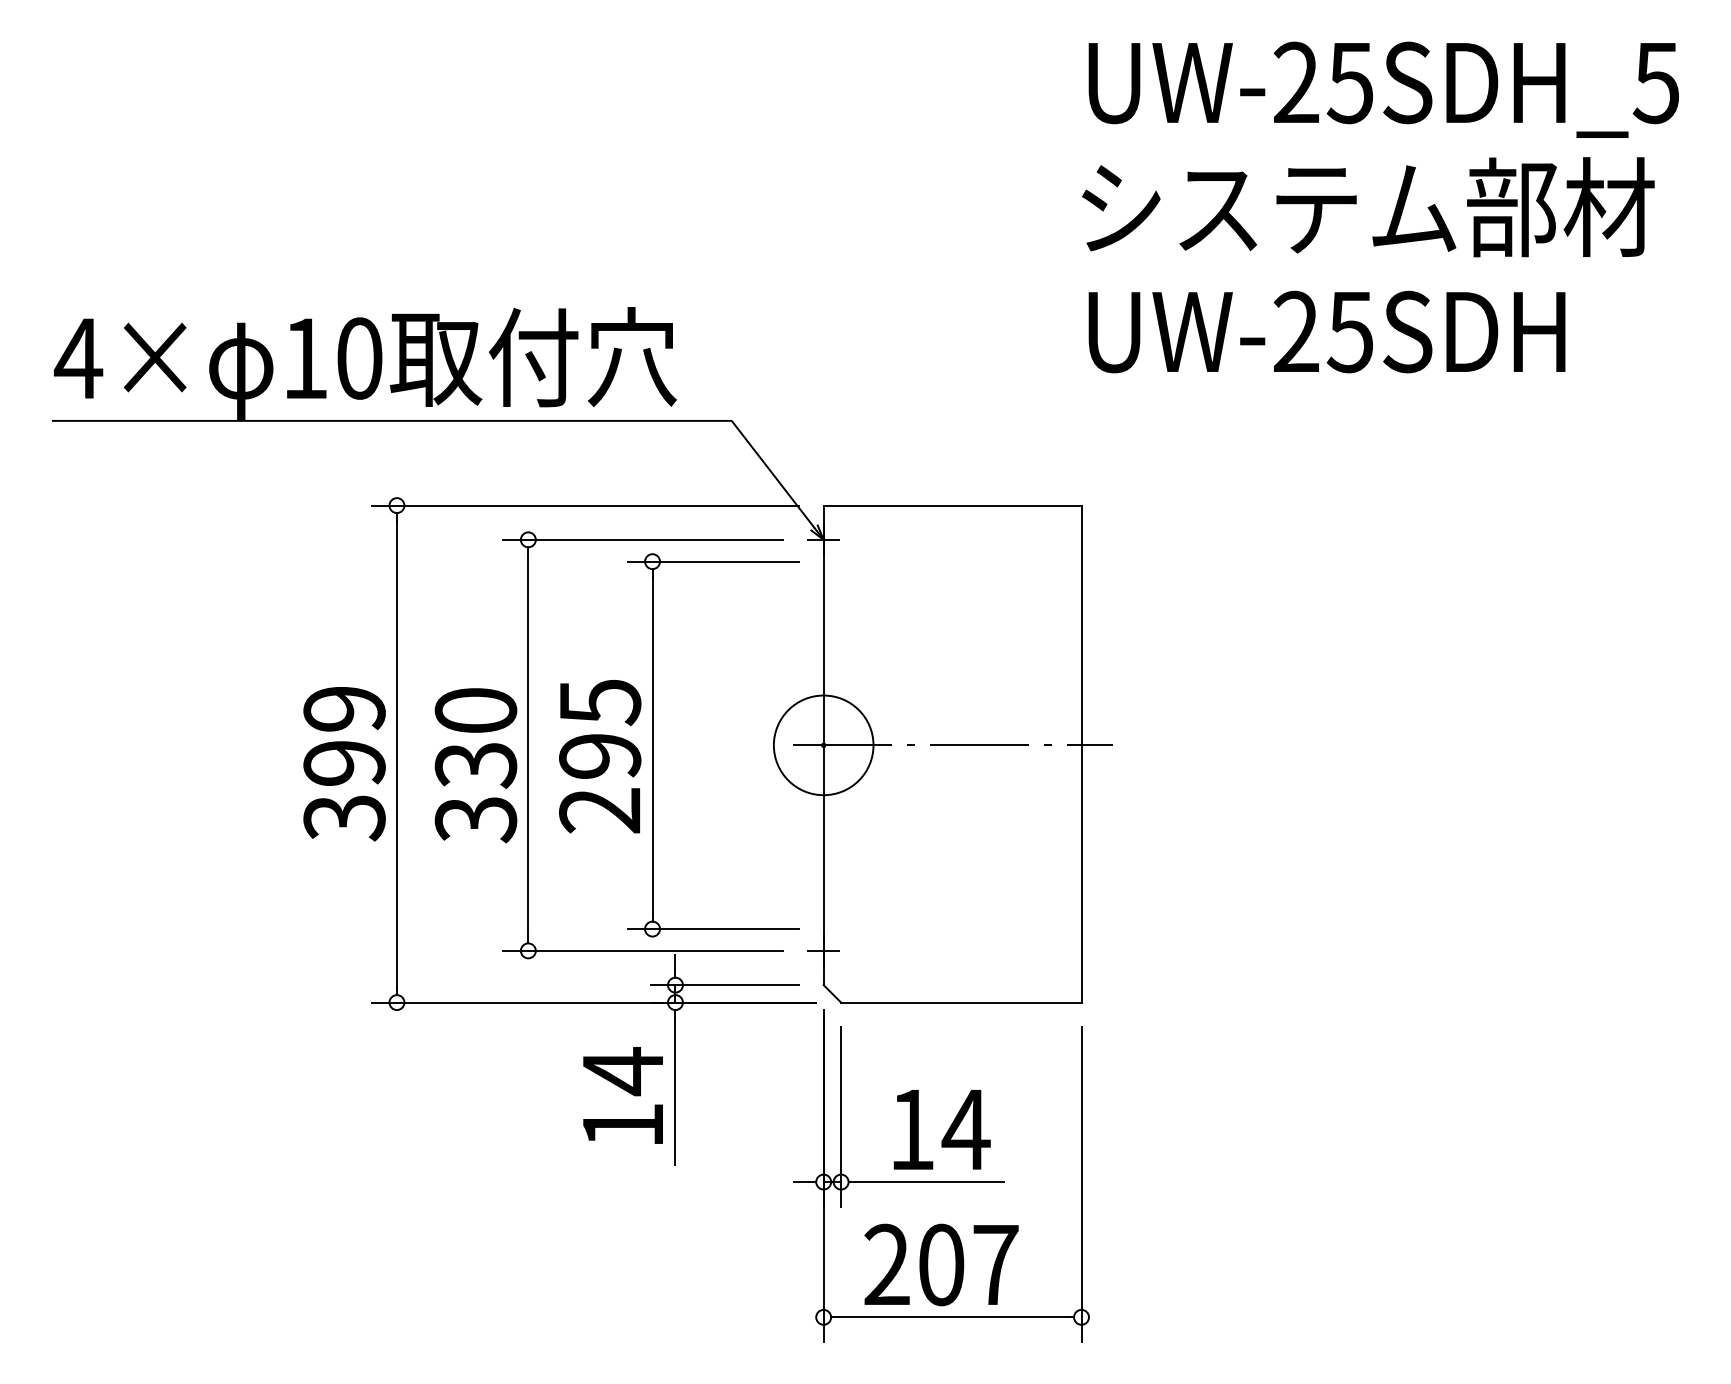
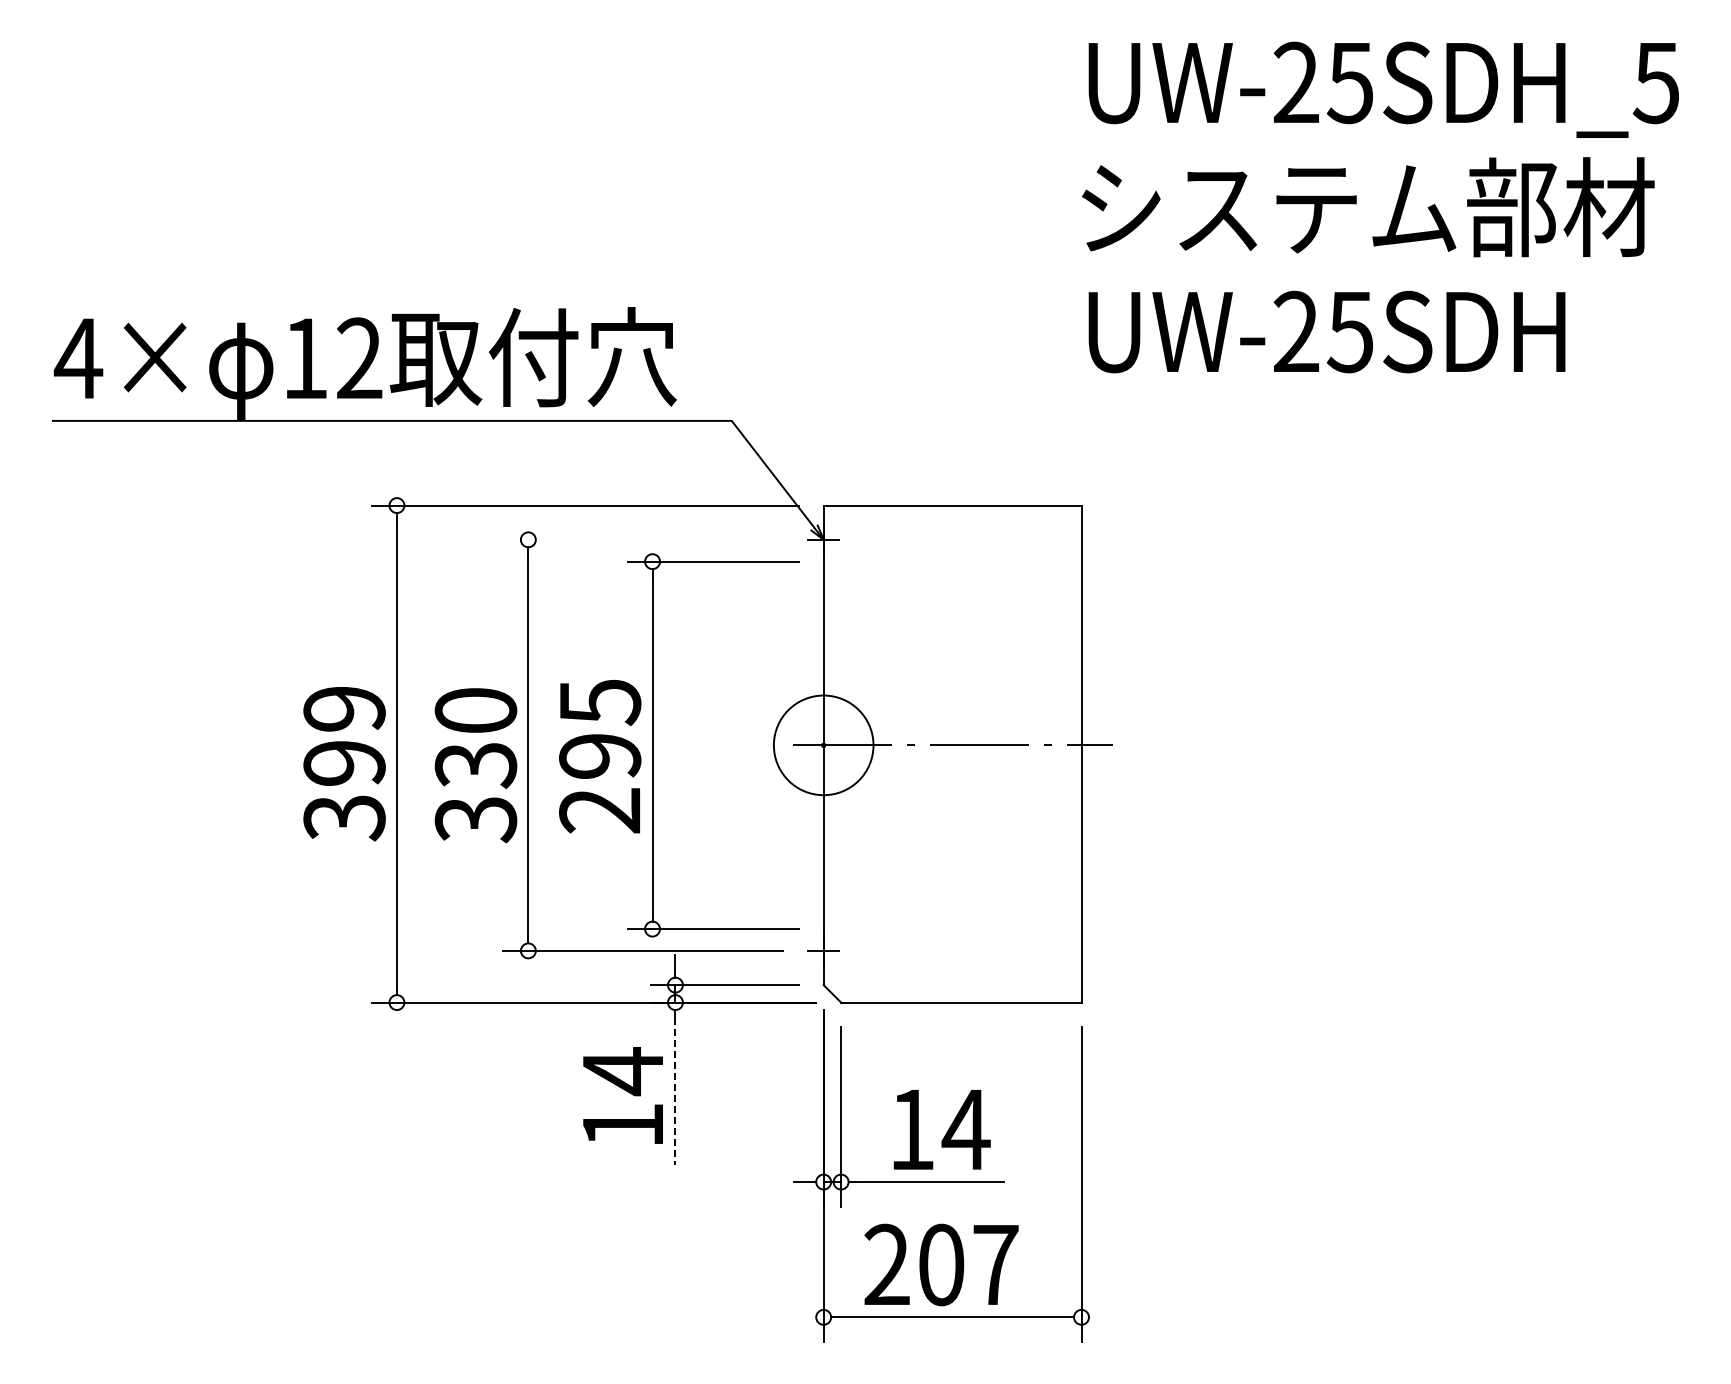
text at (359, 358): 10 -> 12
line at (643, 539): present -> none
line at (675, 1091): solid -> dashed
